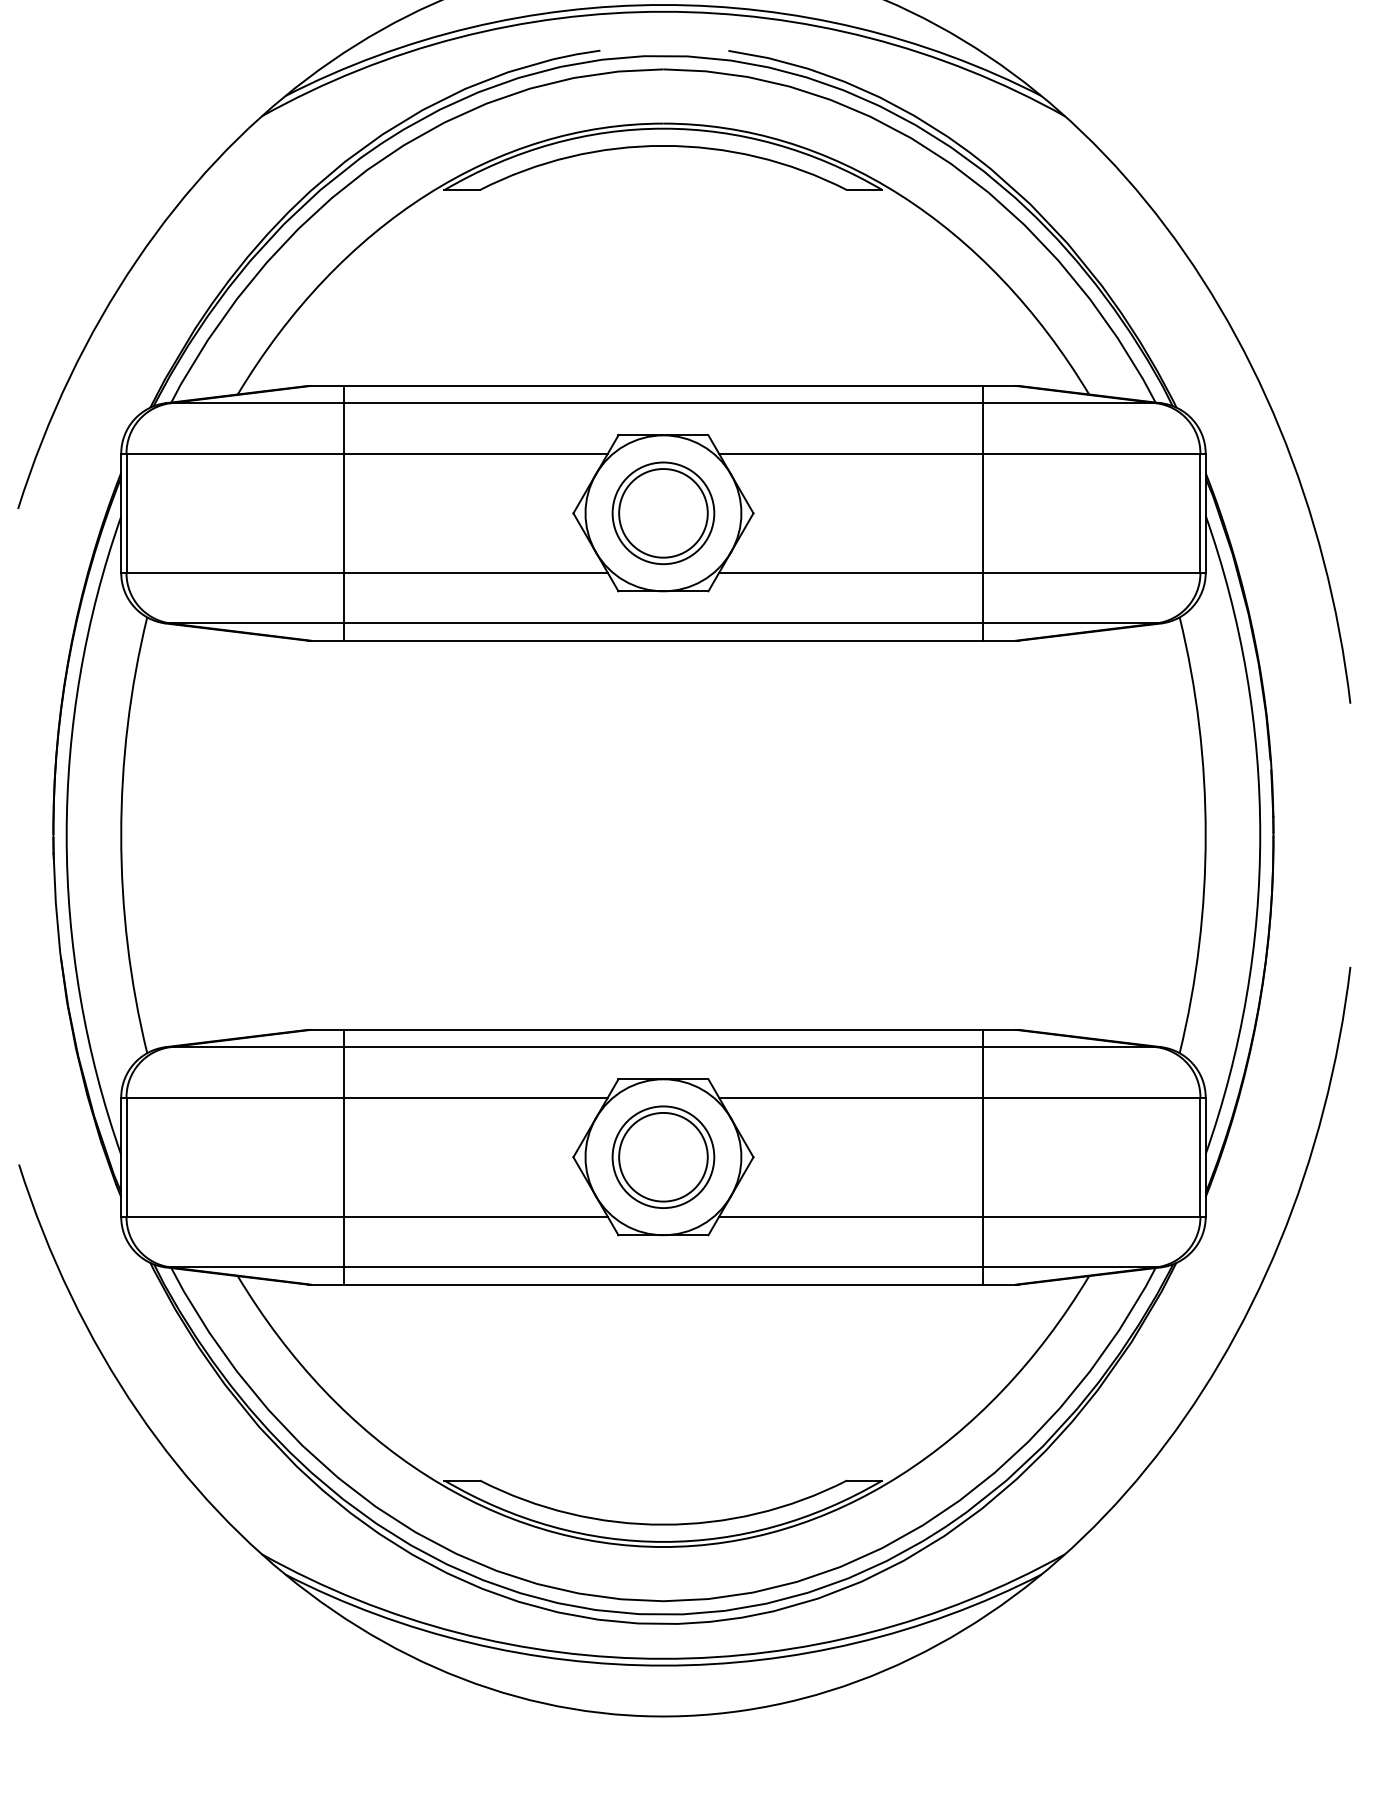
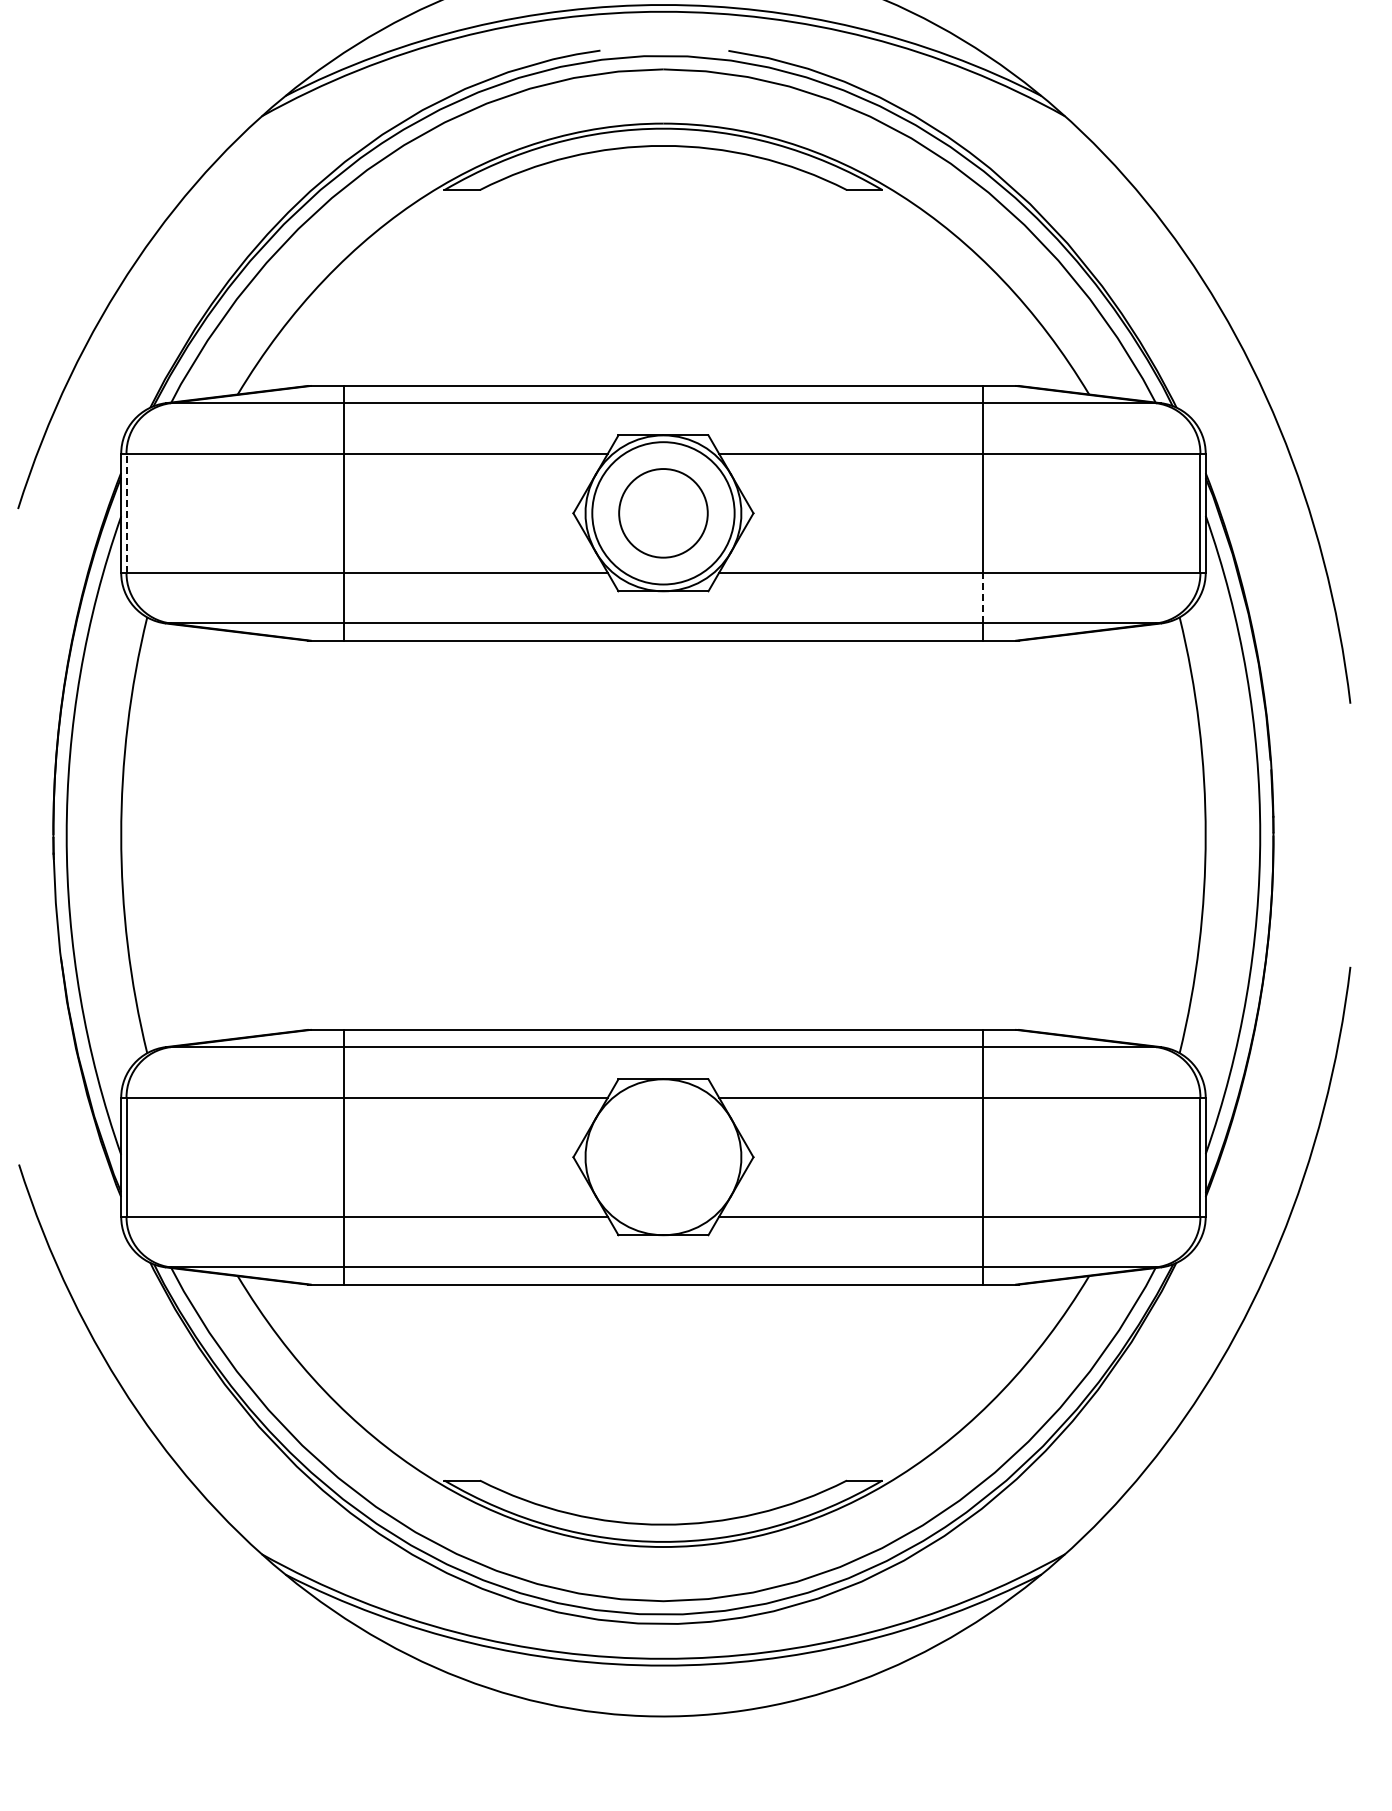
line at (126, 513): solid -> dashed
circle at (663, 513) diameter: 102 px -> 142 px
line at (982, 597): solid -> dashed
part at (663, 1156): present -> none
